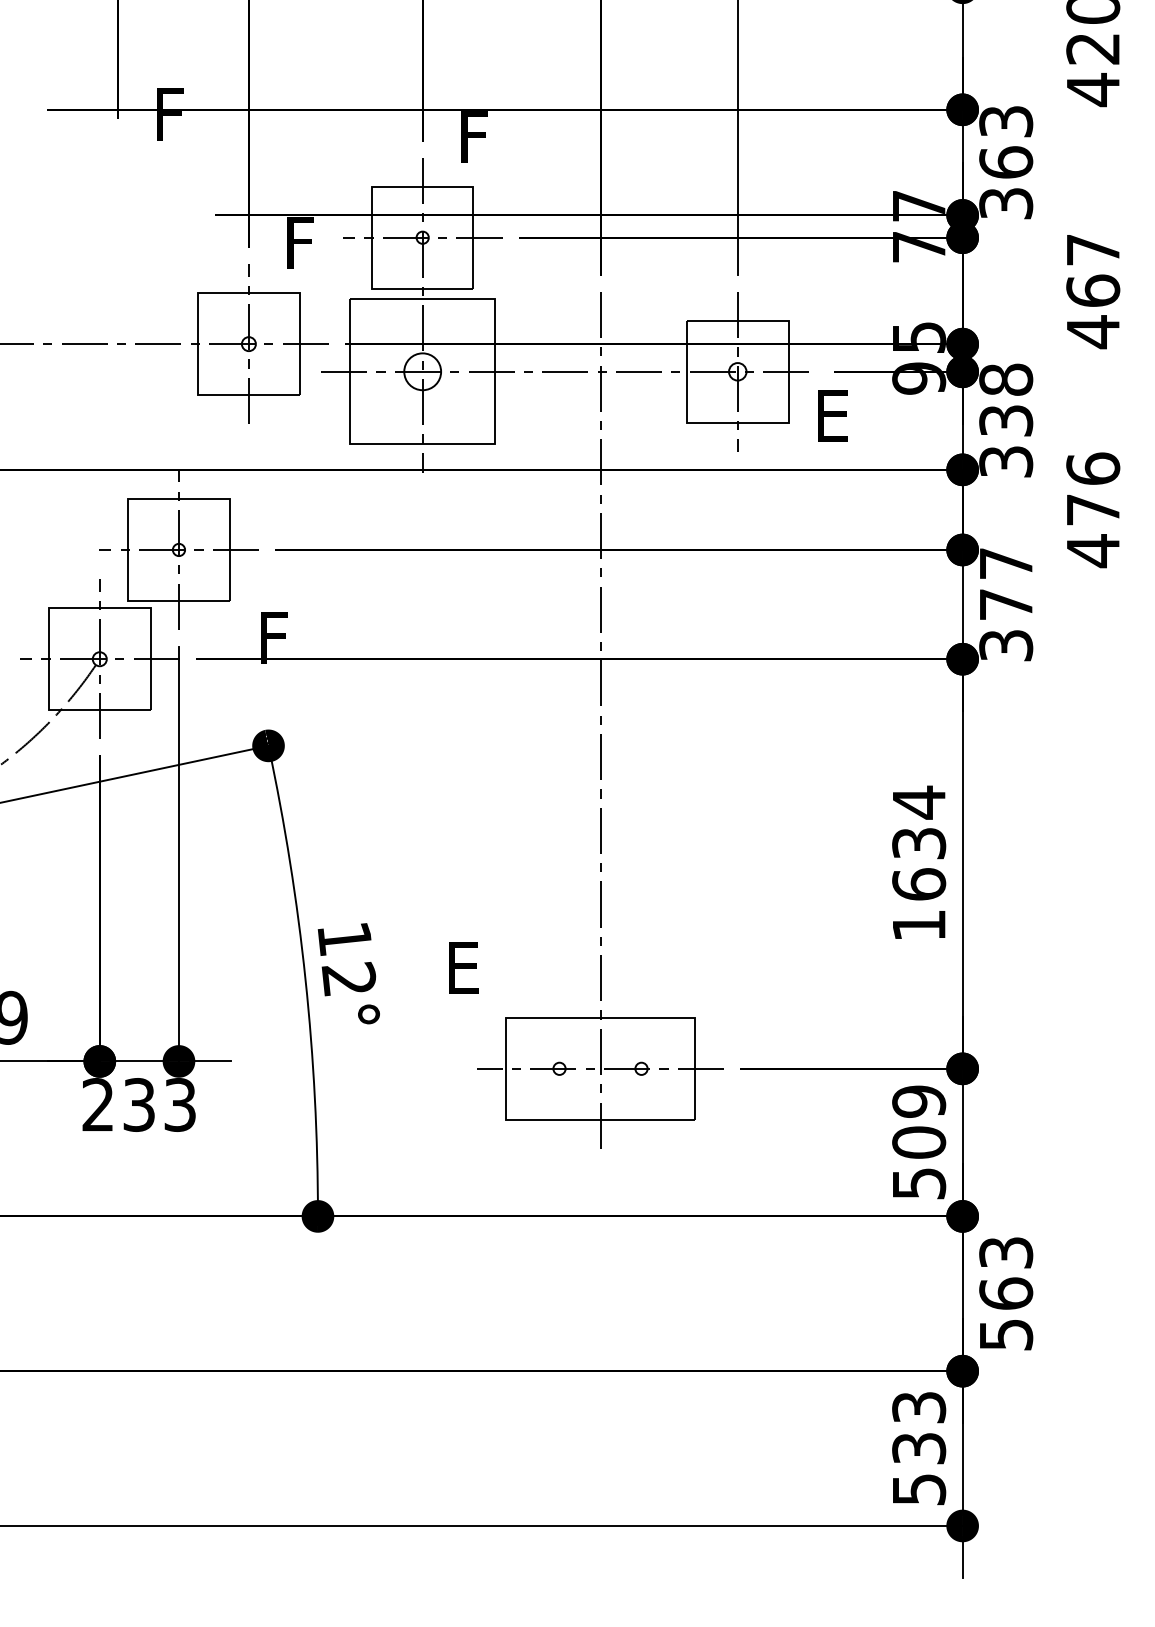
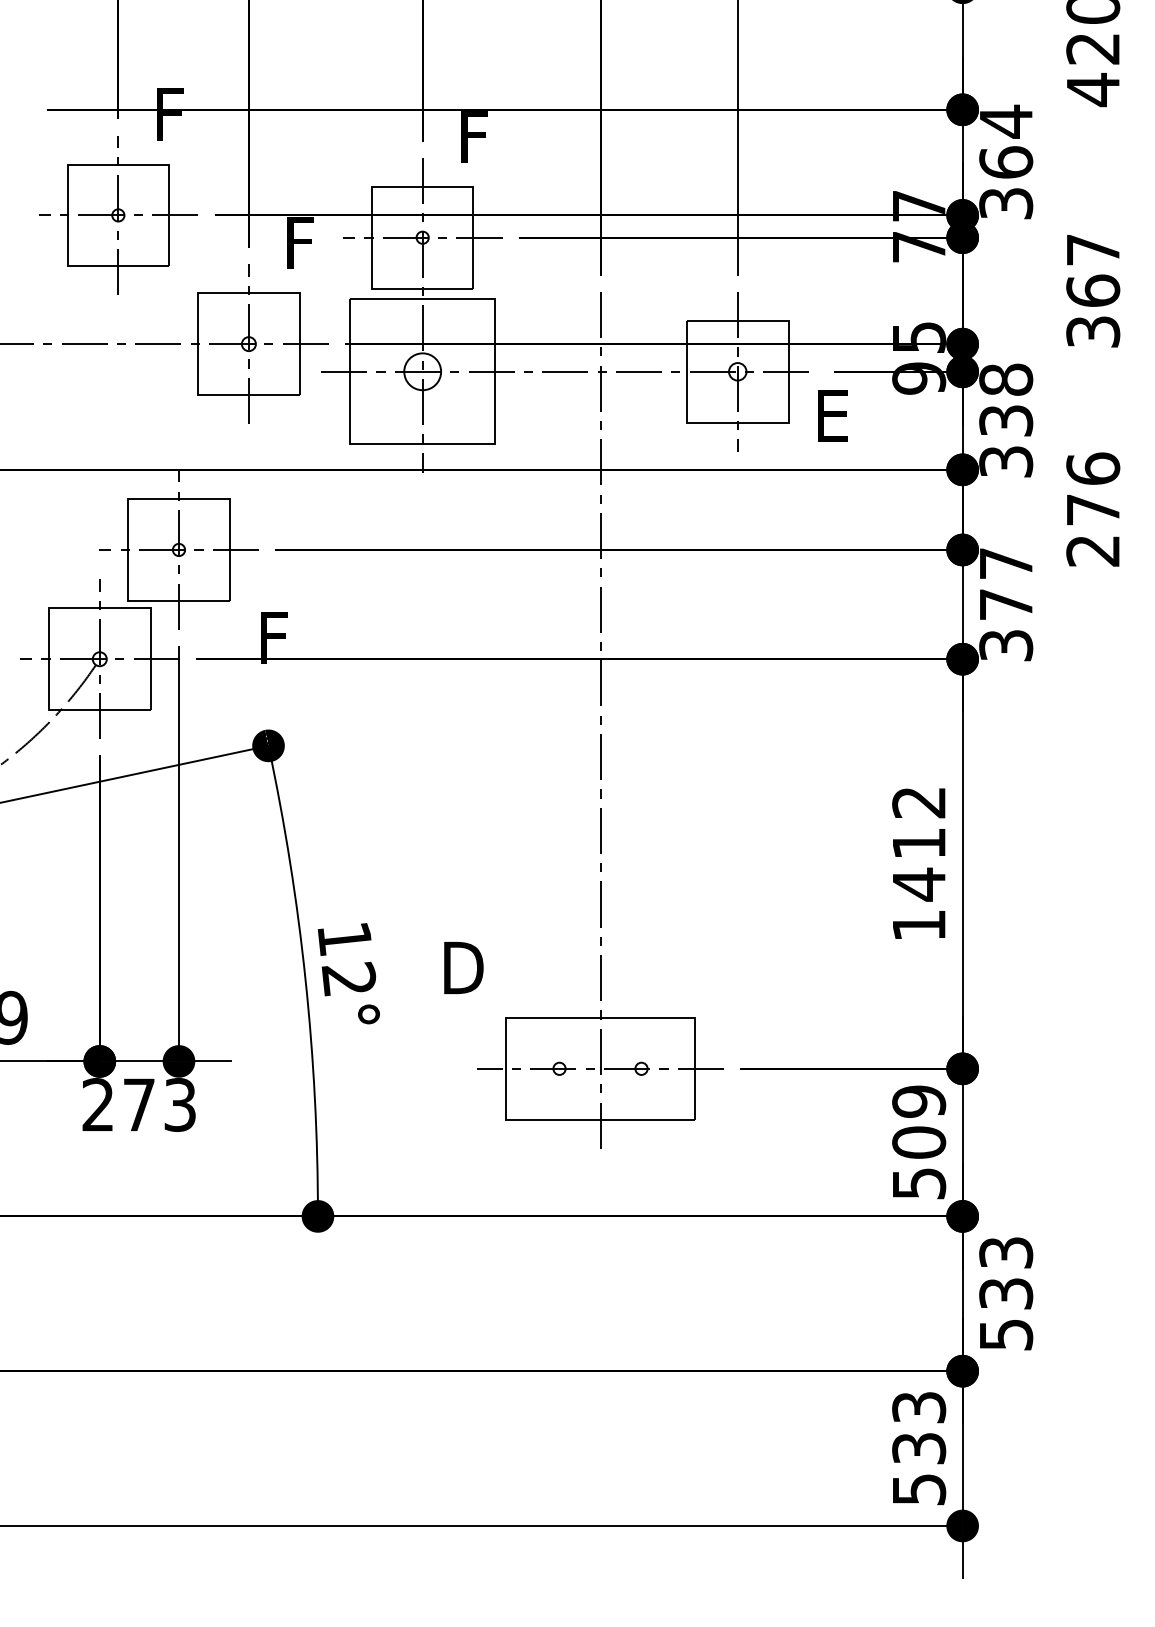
text at (1006, 121): 363 -> 364
part at (118, 215): none -> present
text at (1093, 332): 467 -> 367
text at (1092, 551): 476 -> 276
text at (919, 843): 1634 -> 1412
text at (463, 967): E -> D
text at (138, 1104): 233 -> 273
text at (1006, 1293): 563 -> 533
